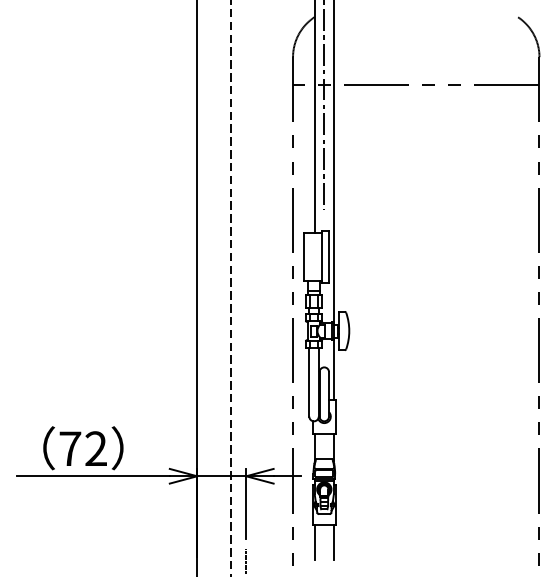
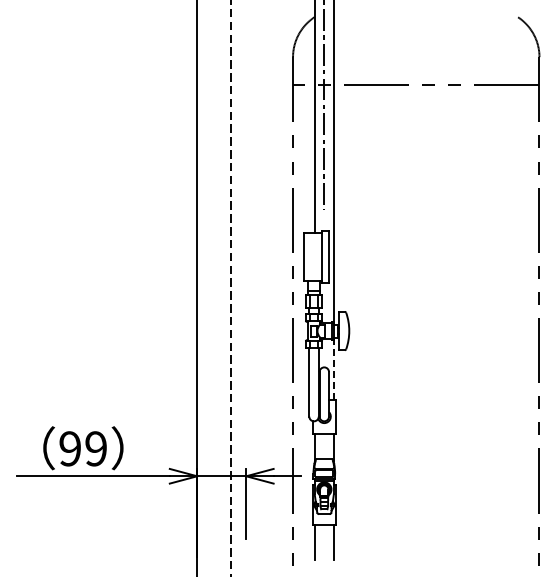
line at (333, 368): solid -> dashed
text at (82, 448): 72 -> 99
line at (246, 560): present -> none
